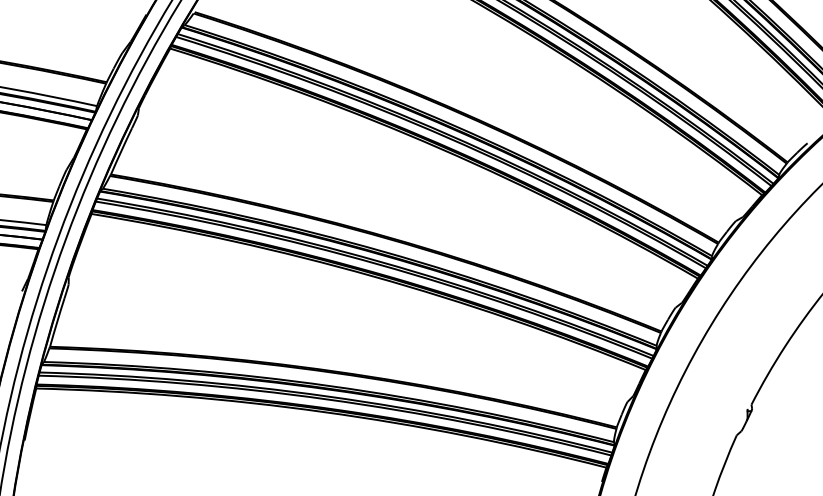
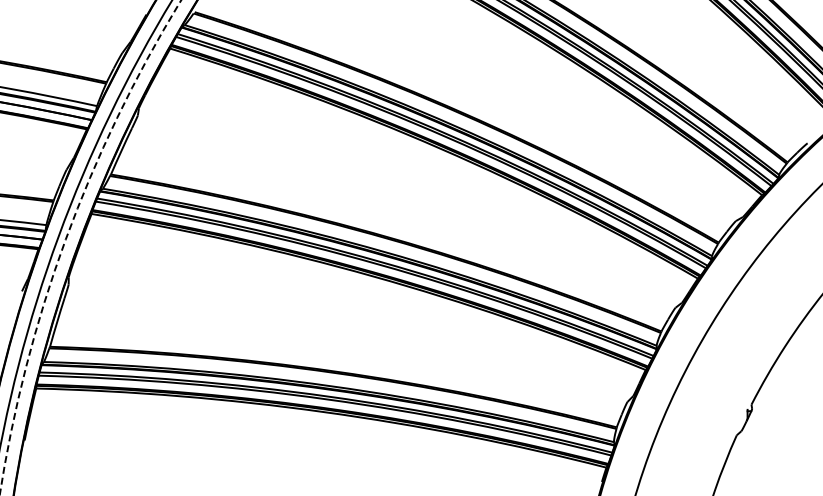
circle at (90, 246): solid -> dashed
